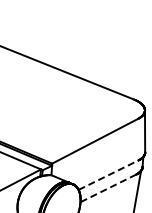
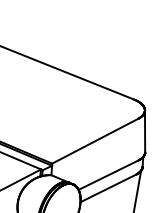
line at (108, 174): dashed -> solid
line at (107, 188): dashed -> solid
